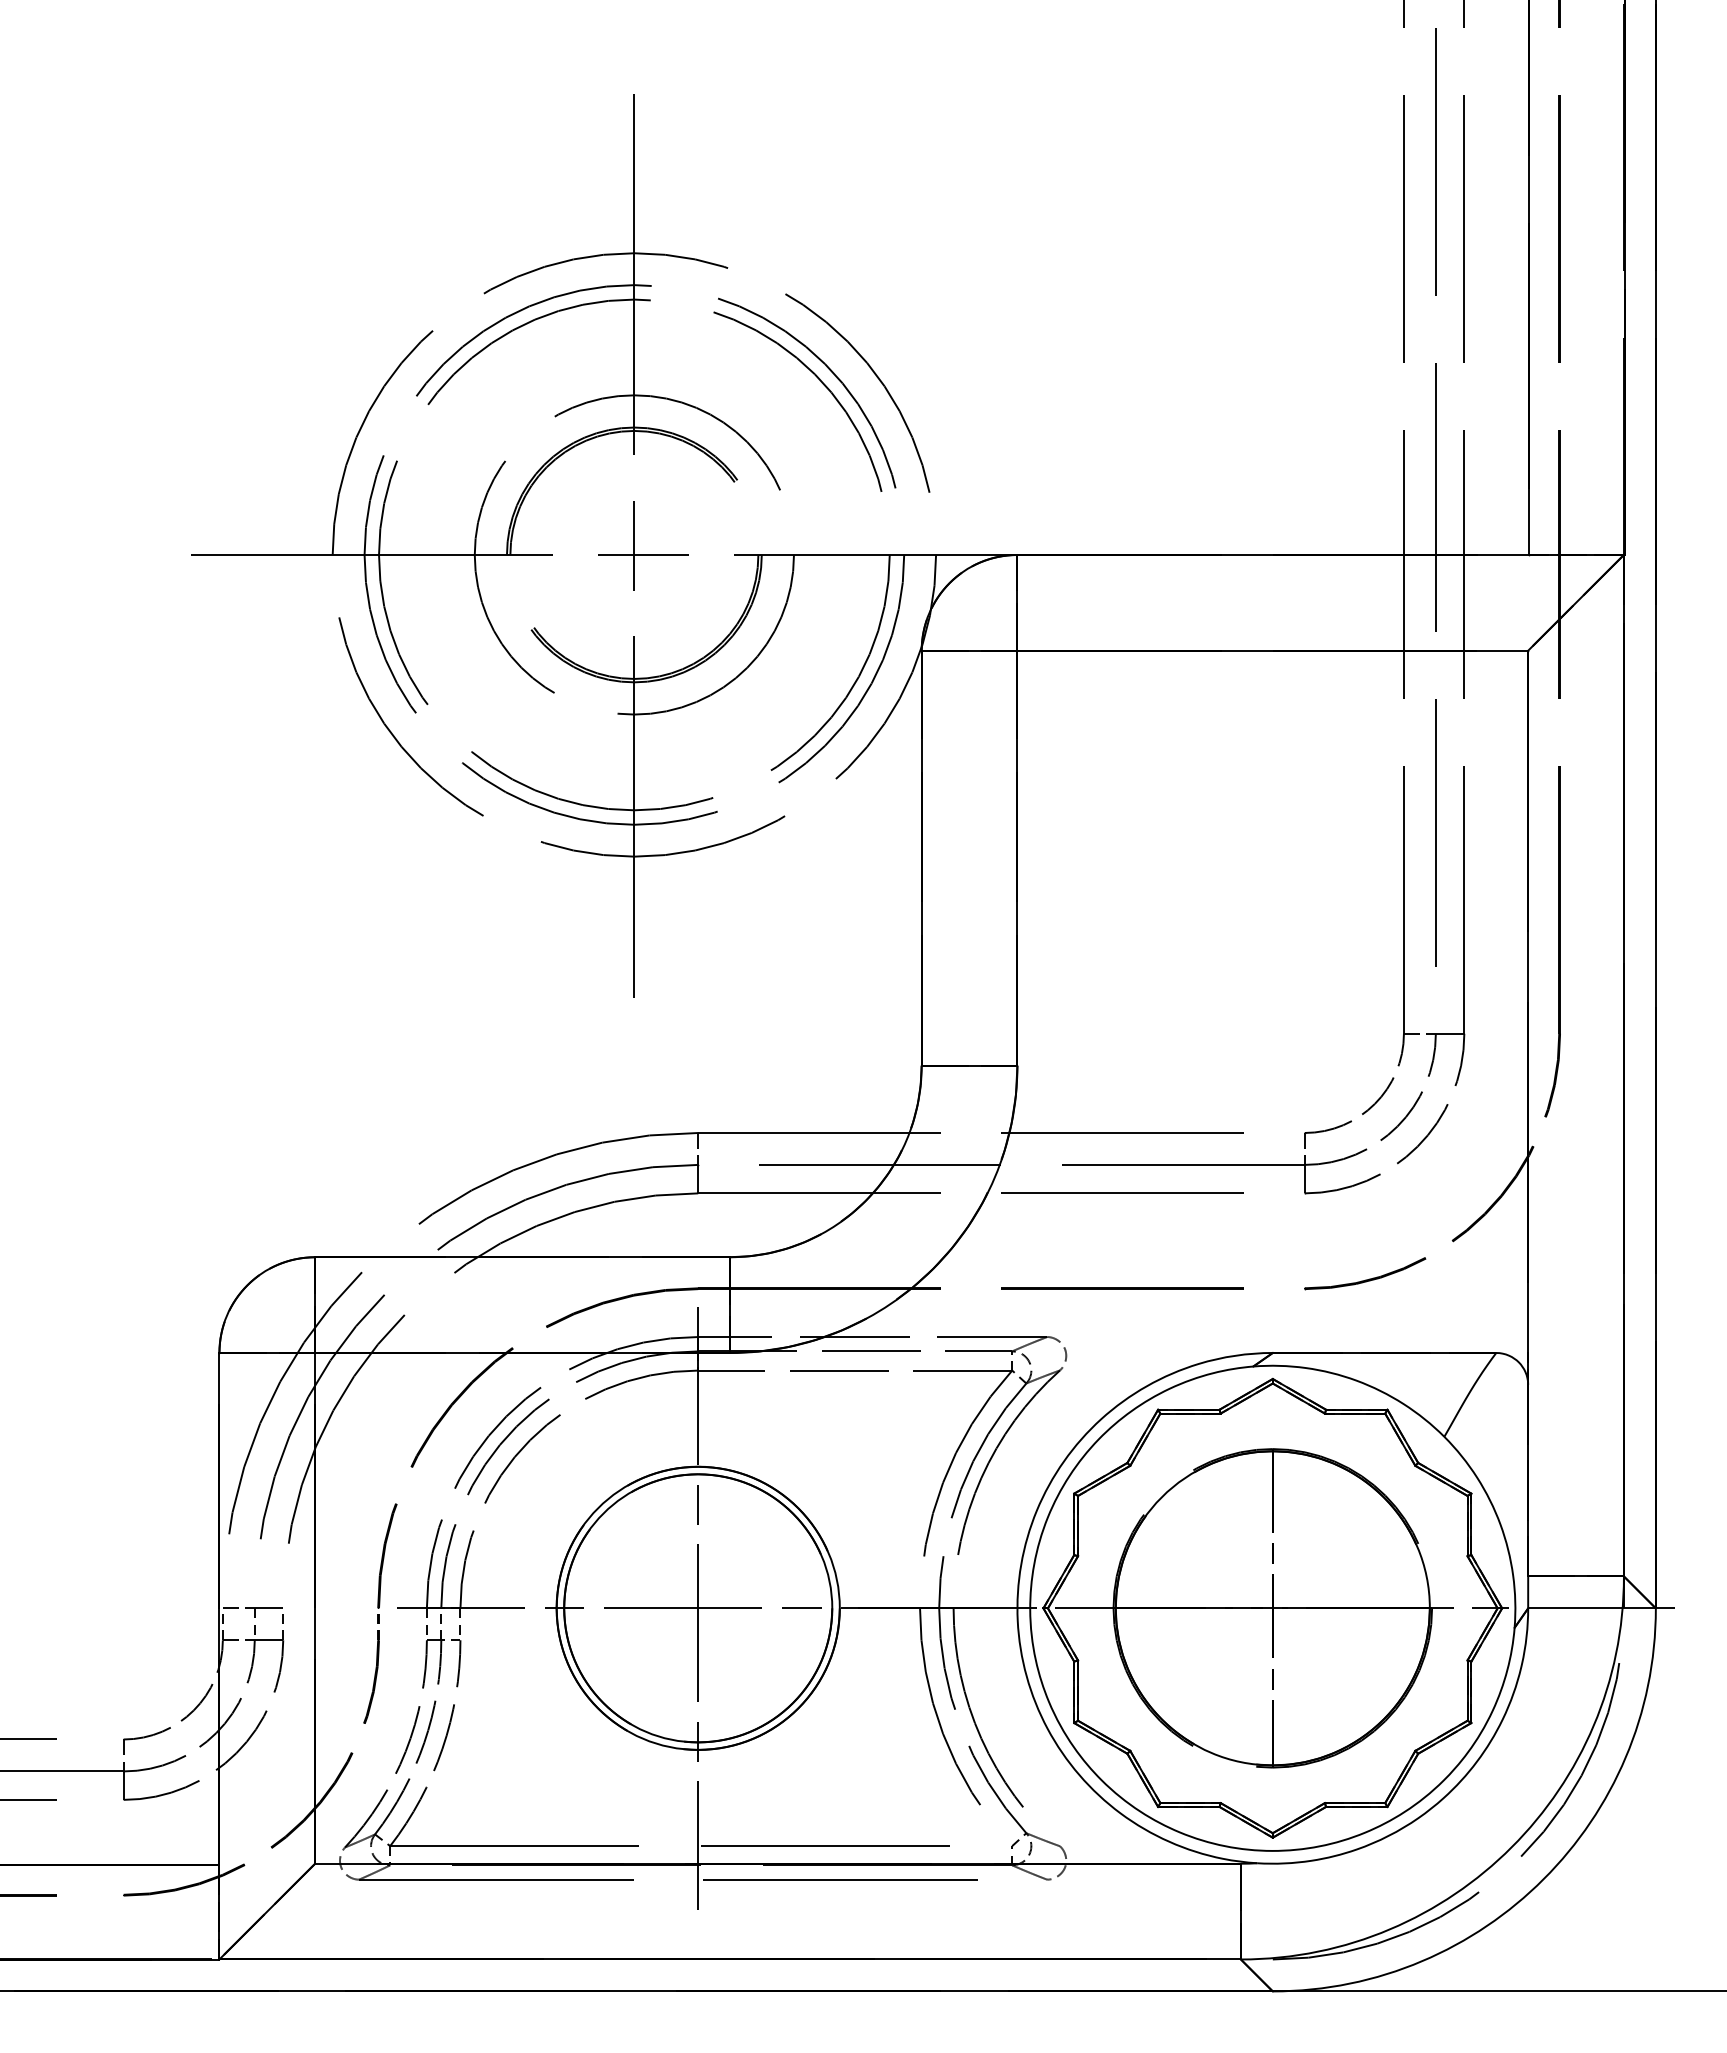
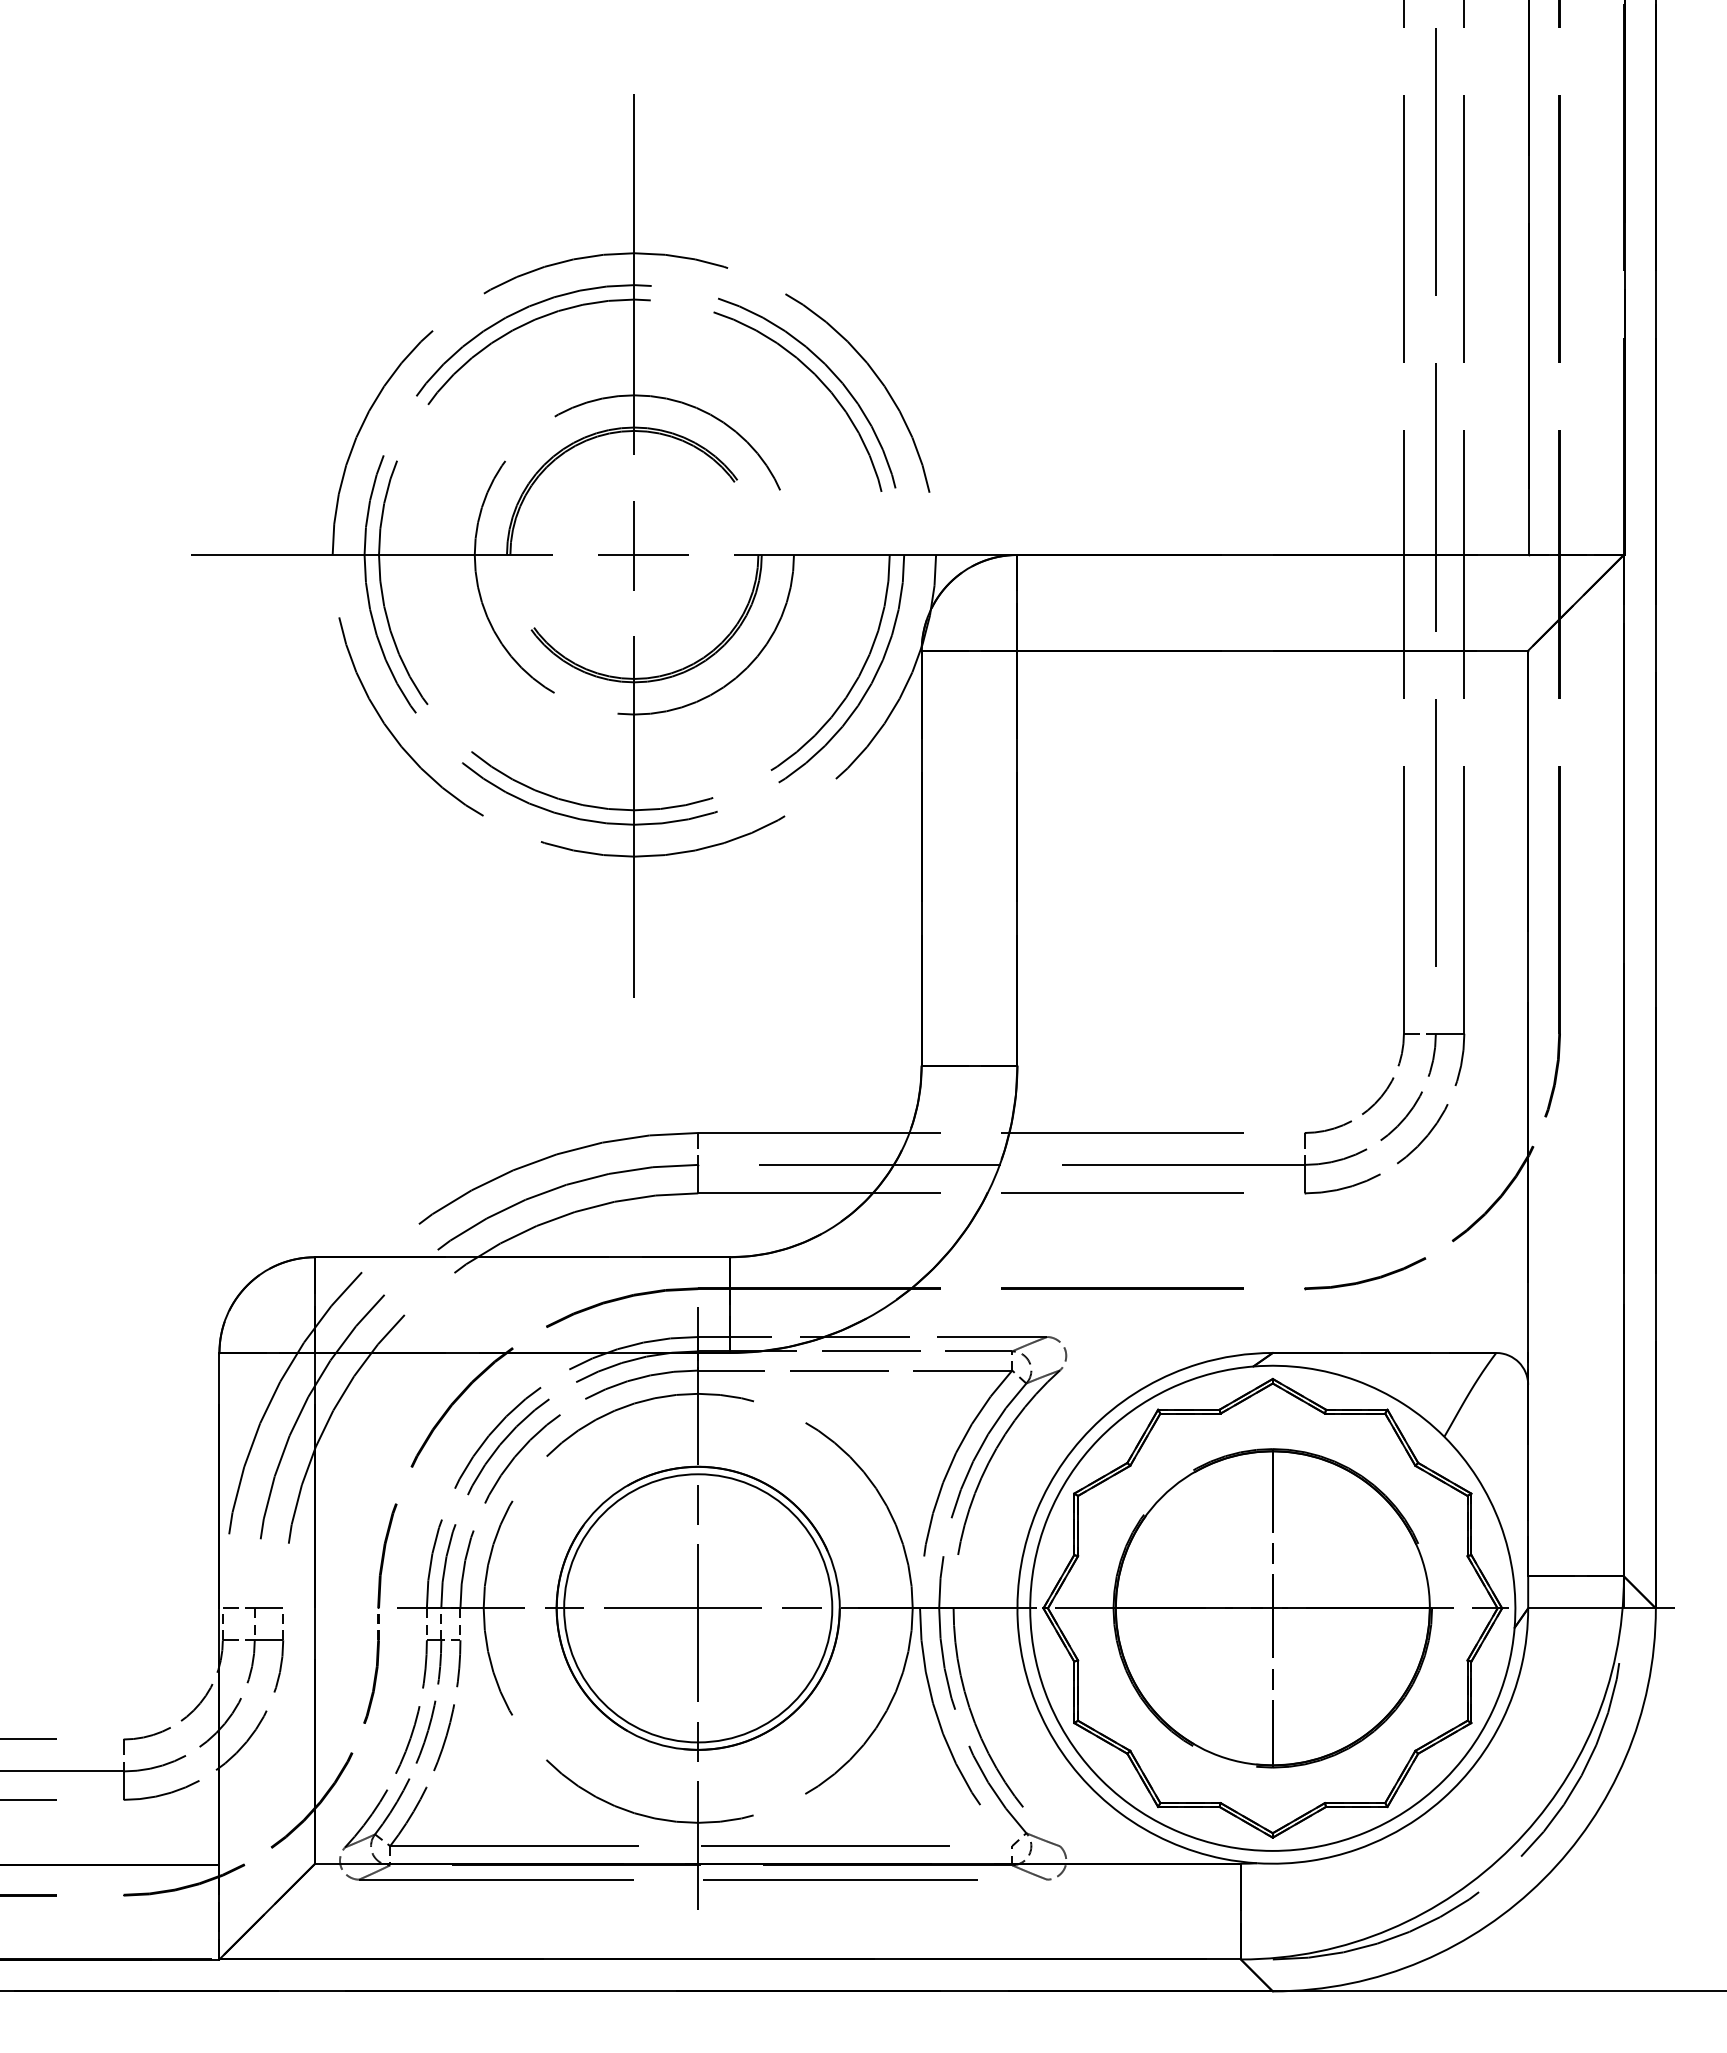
circle at (698, 1608) diameter: 268 px -> 429 px
